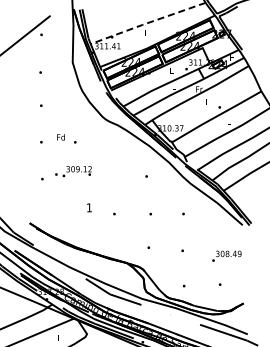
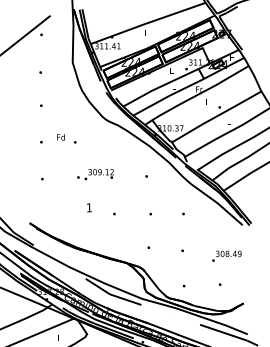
line at (147, 23): dashed -> solid
text at (73, 171) position: (73, 171) -> (95, 174)
